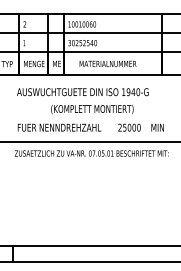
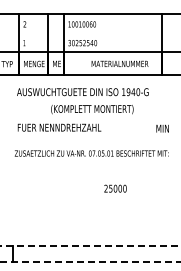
line at (89, 33): present -> none
text at (107, 63) position: (107, 63) -> (119, 63)
text at (129, 127) position: (129, 127) -> (115, 188)
text at (157, 127) position: (157, 127) -> (162, 128)
line at (89, 141): present -> none
line at (90, 246): solid -> dashed
line at (90, 261): solid -> dashed
